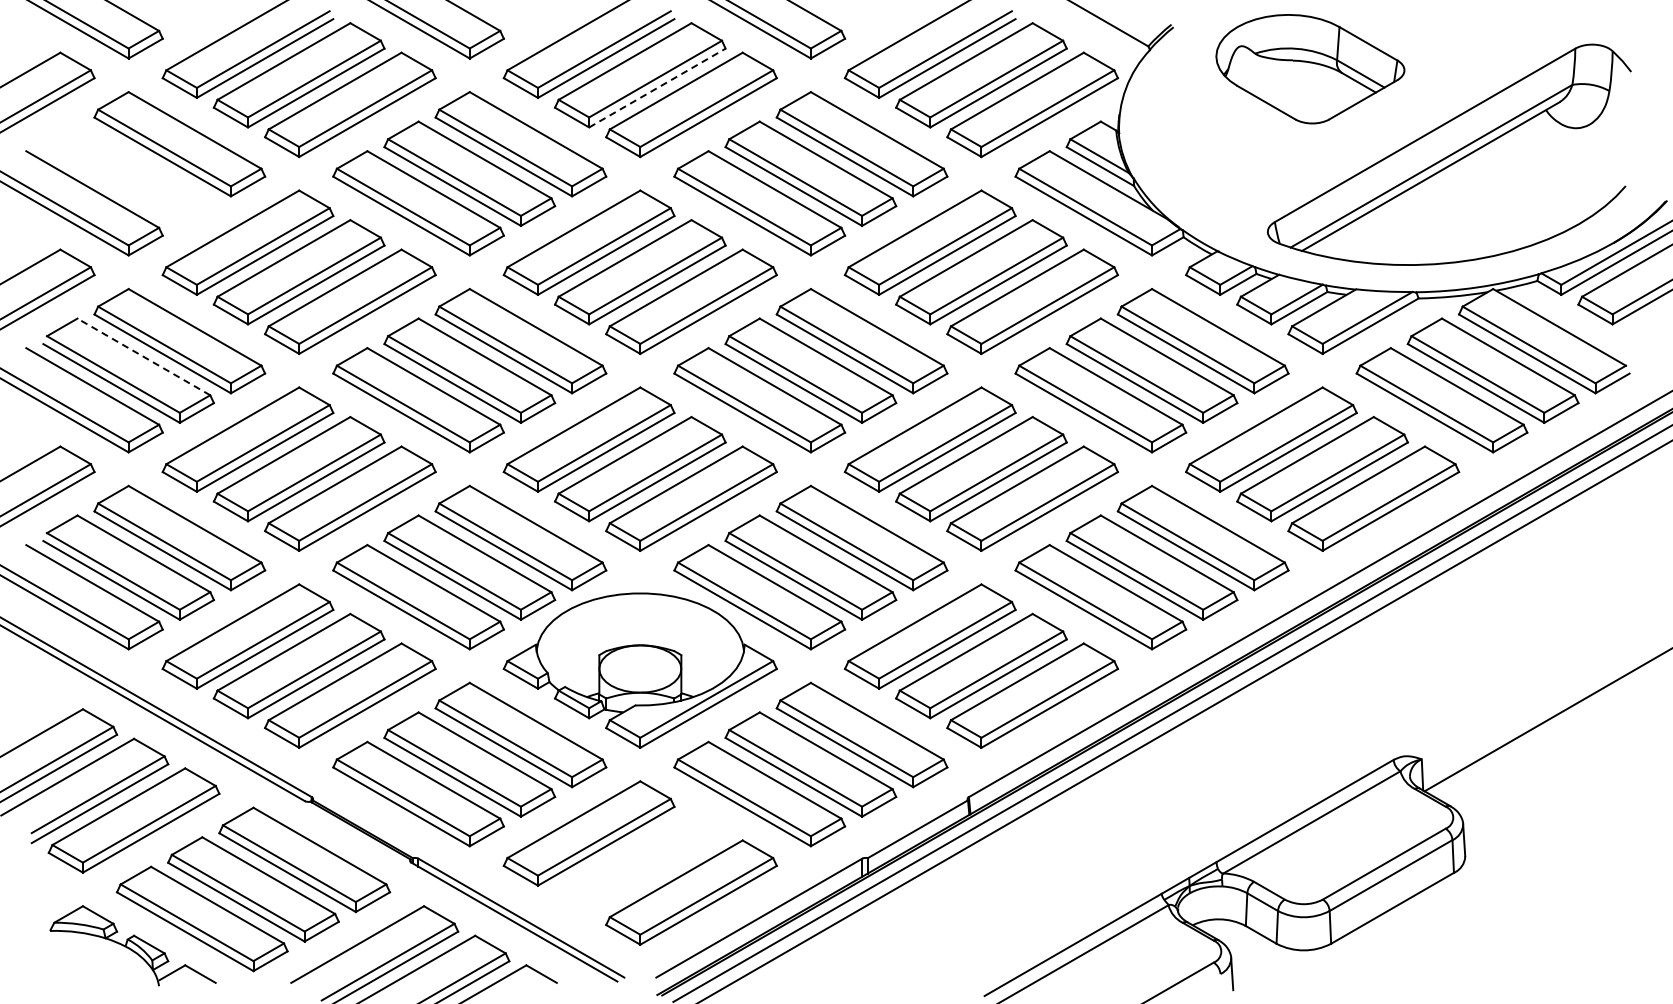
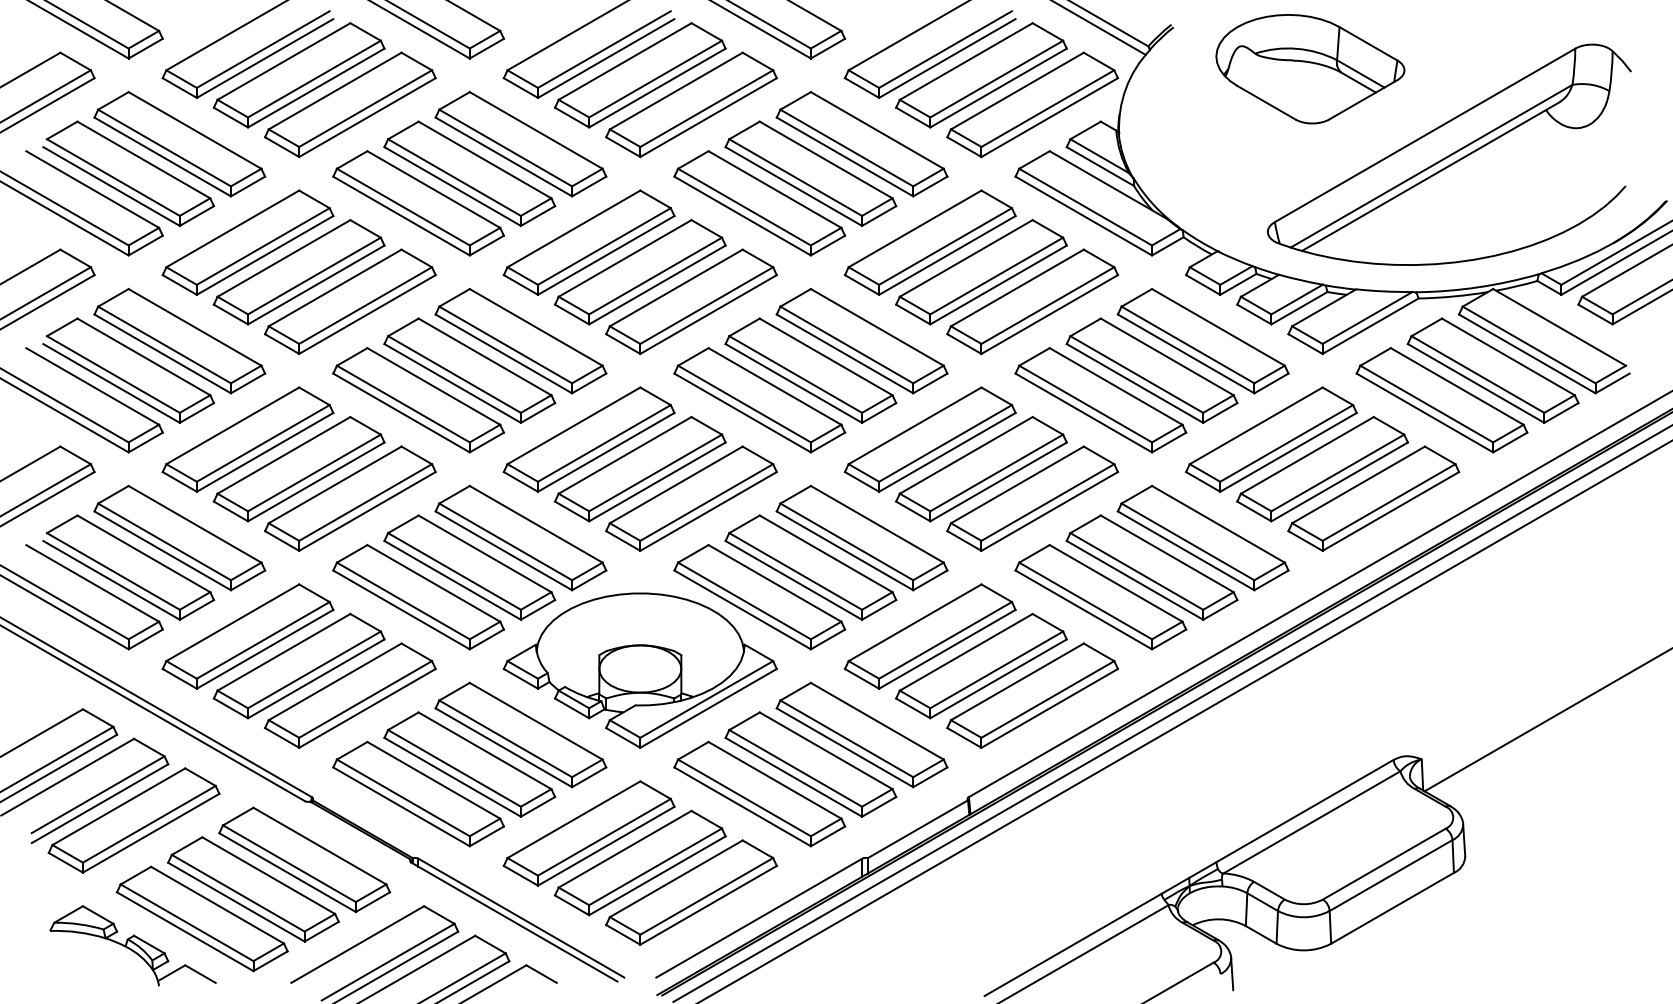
line at (1099, 28): none -> present
line at (657, 88): dashed -> solid
part at (128, 173): none -> present
line at (143, 356): dashed -> solid
part at (639, 862): none -> present
